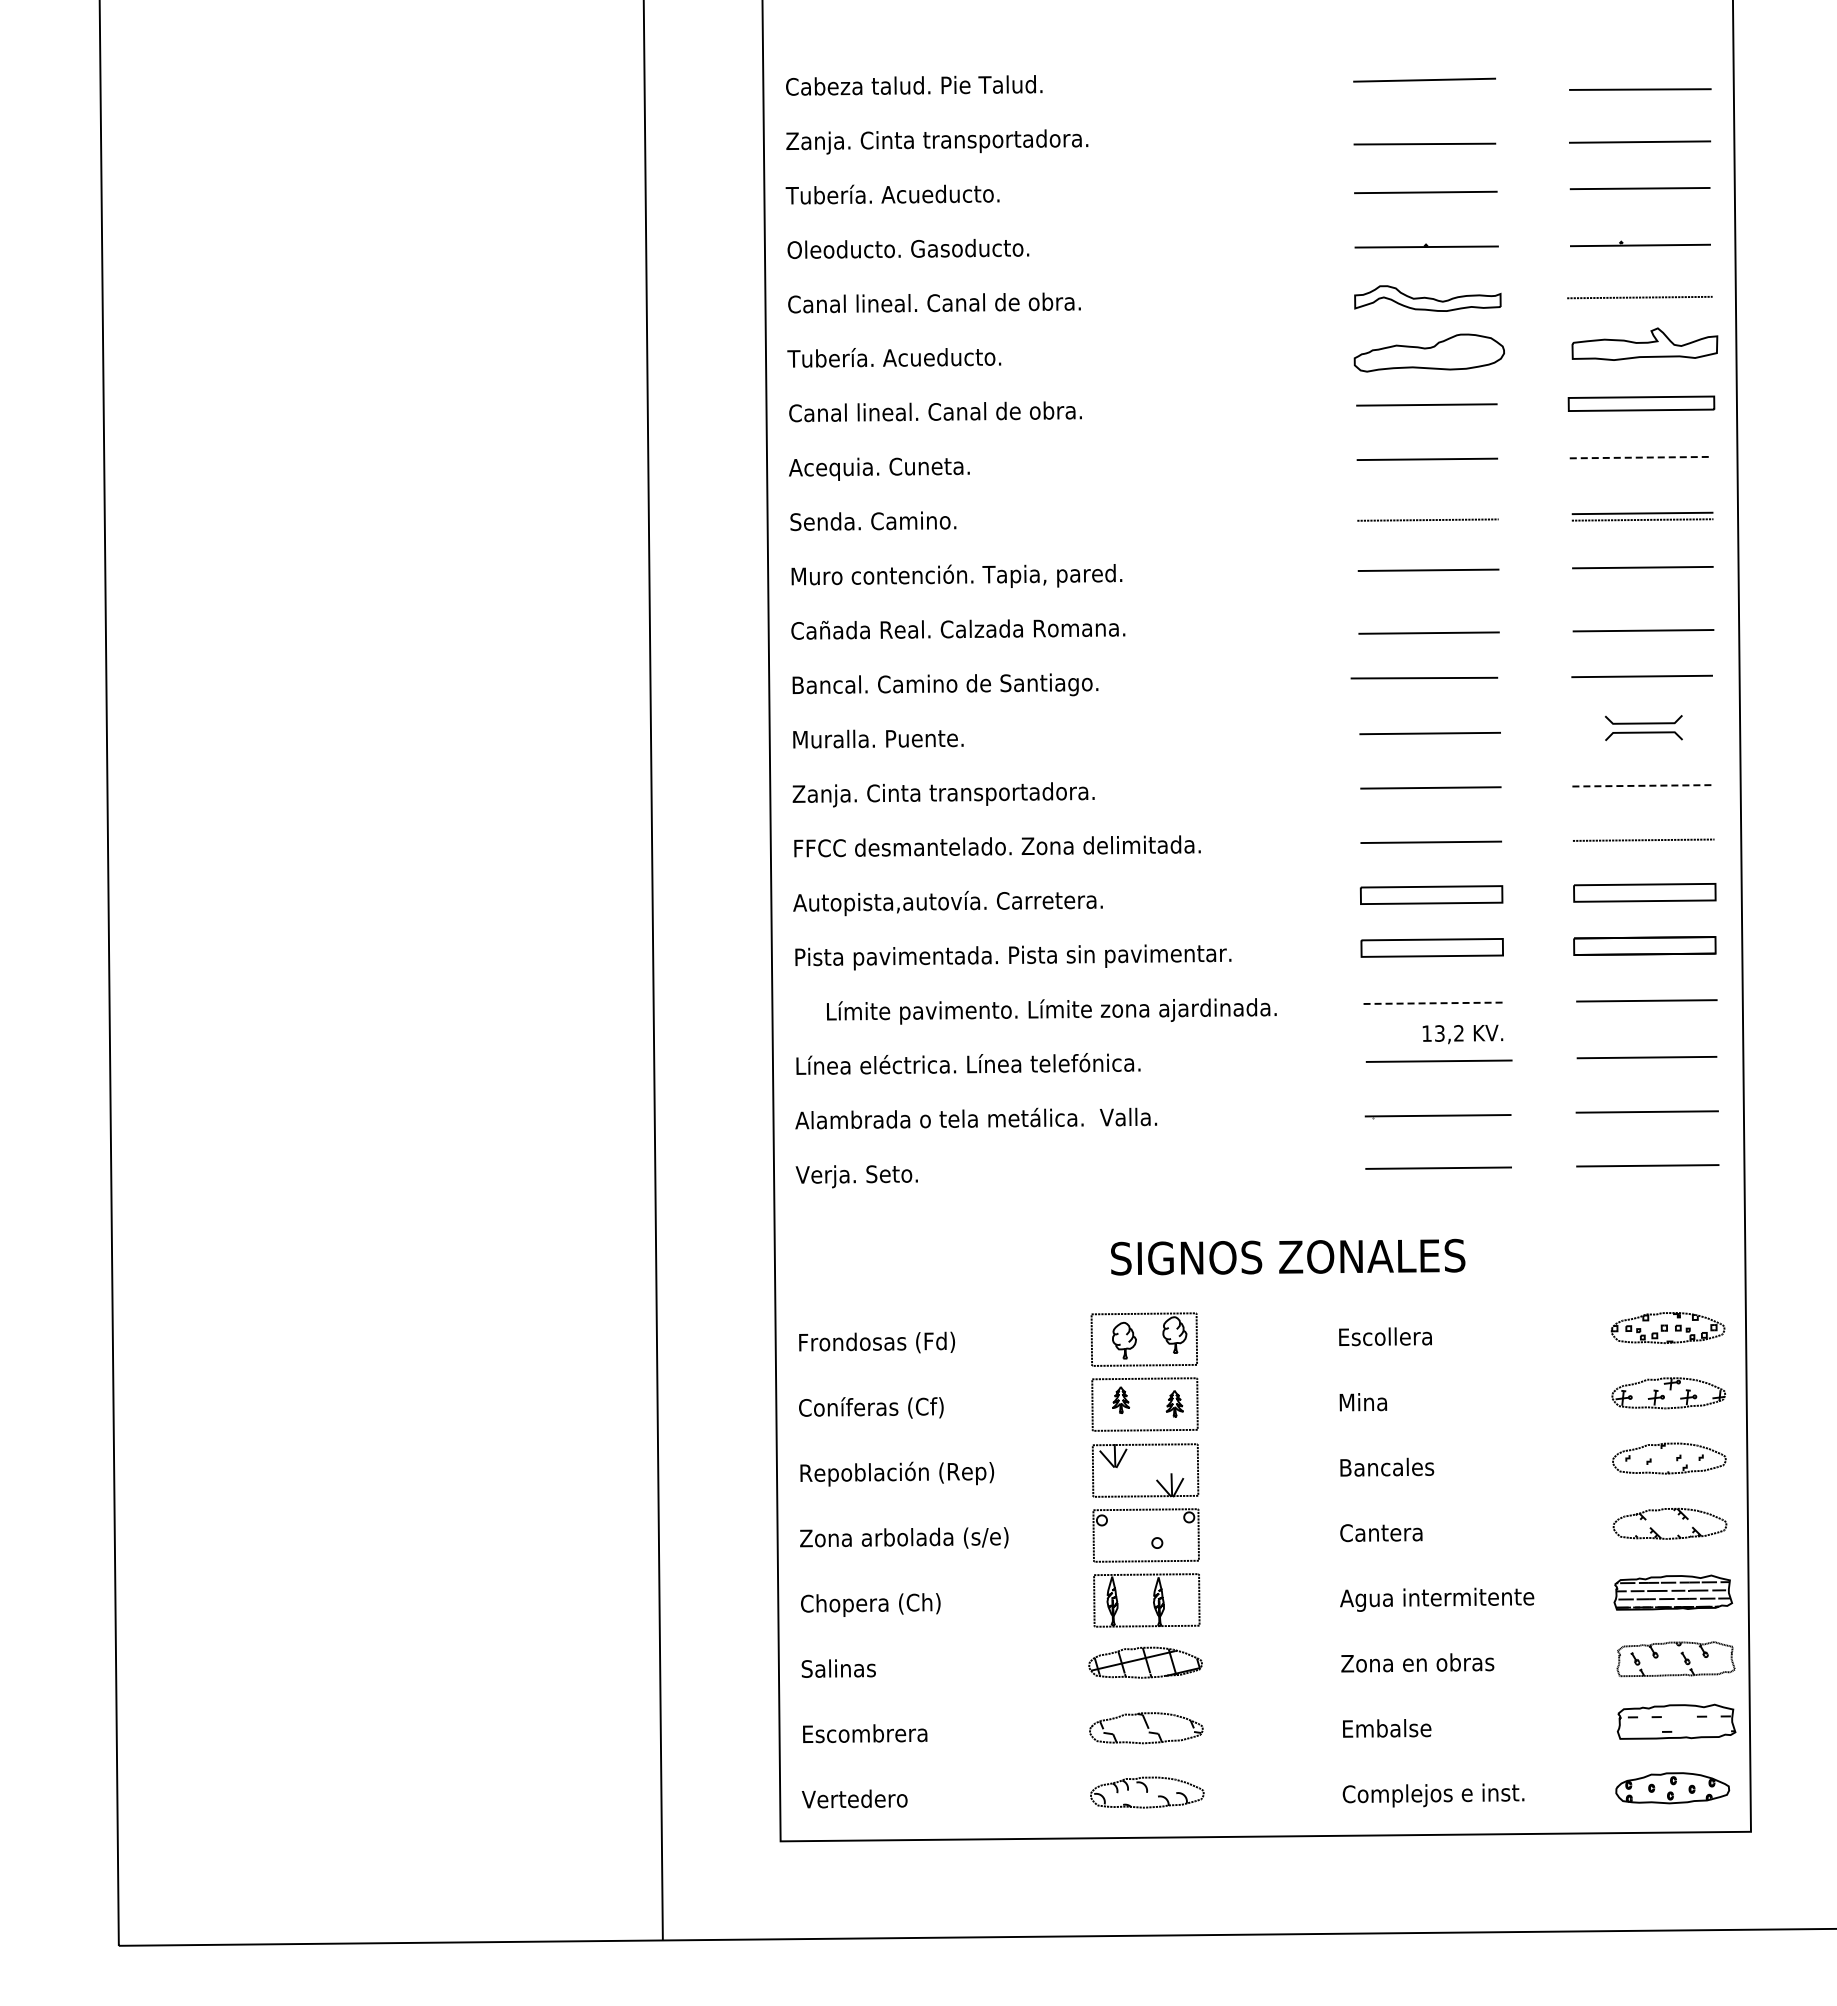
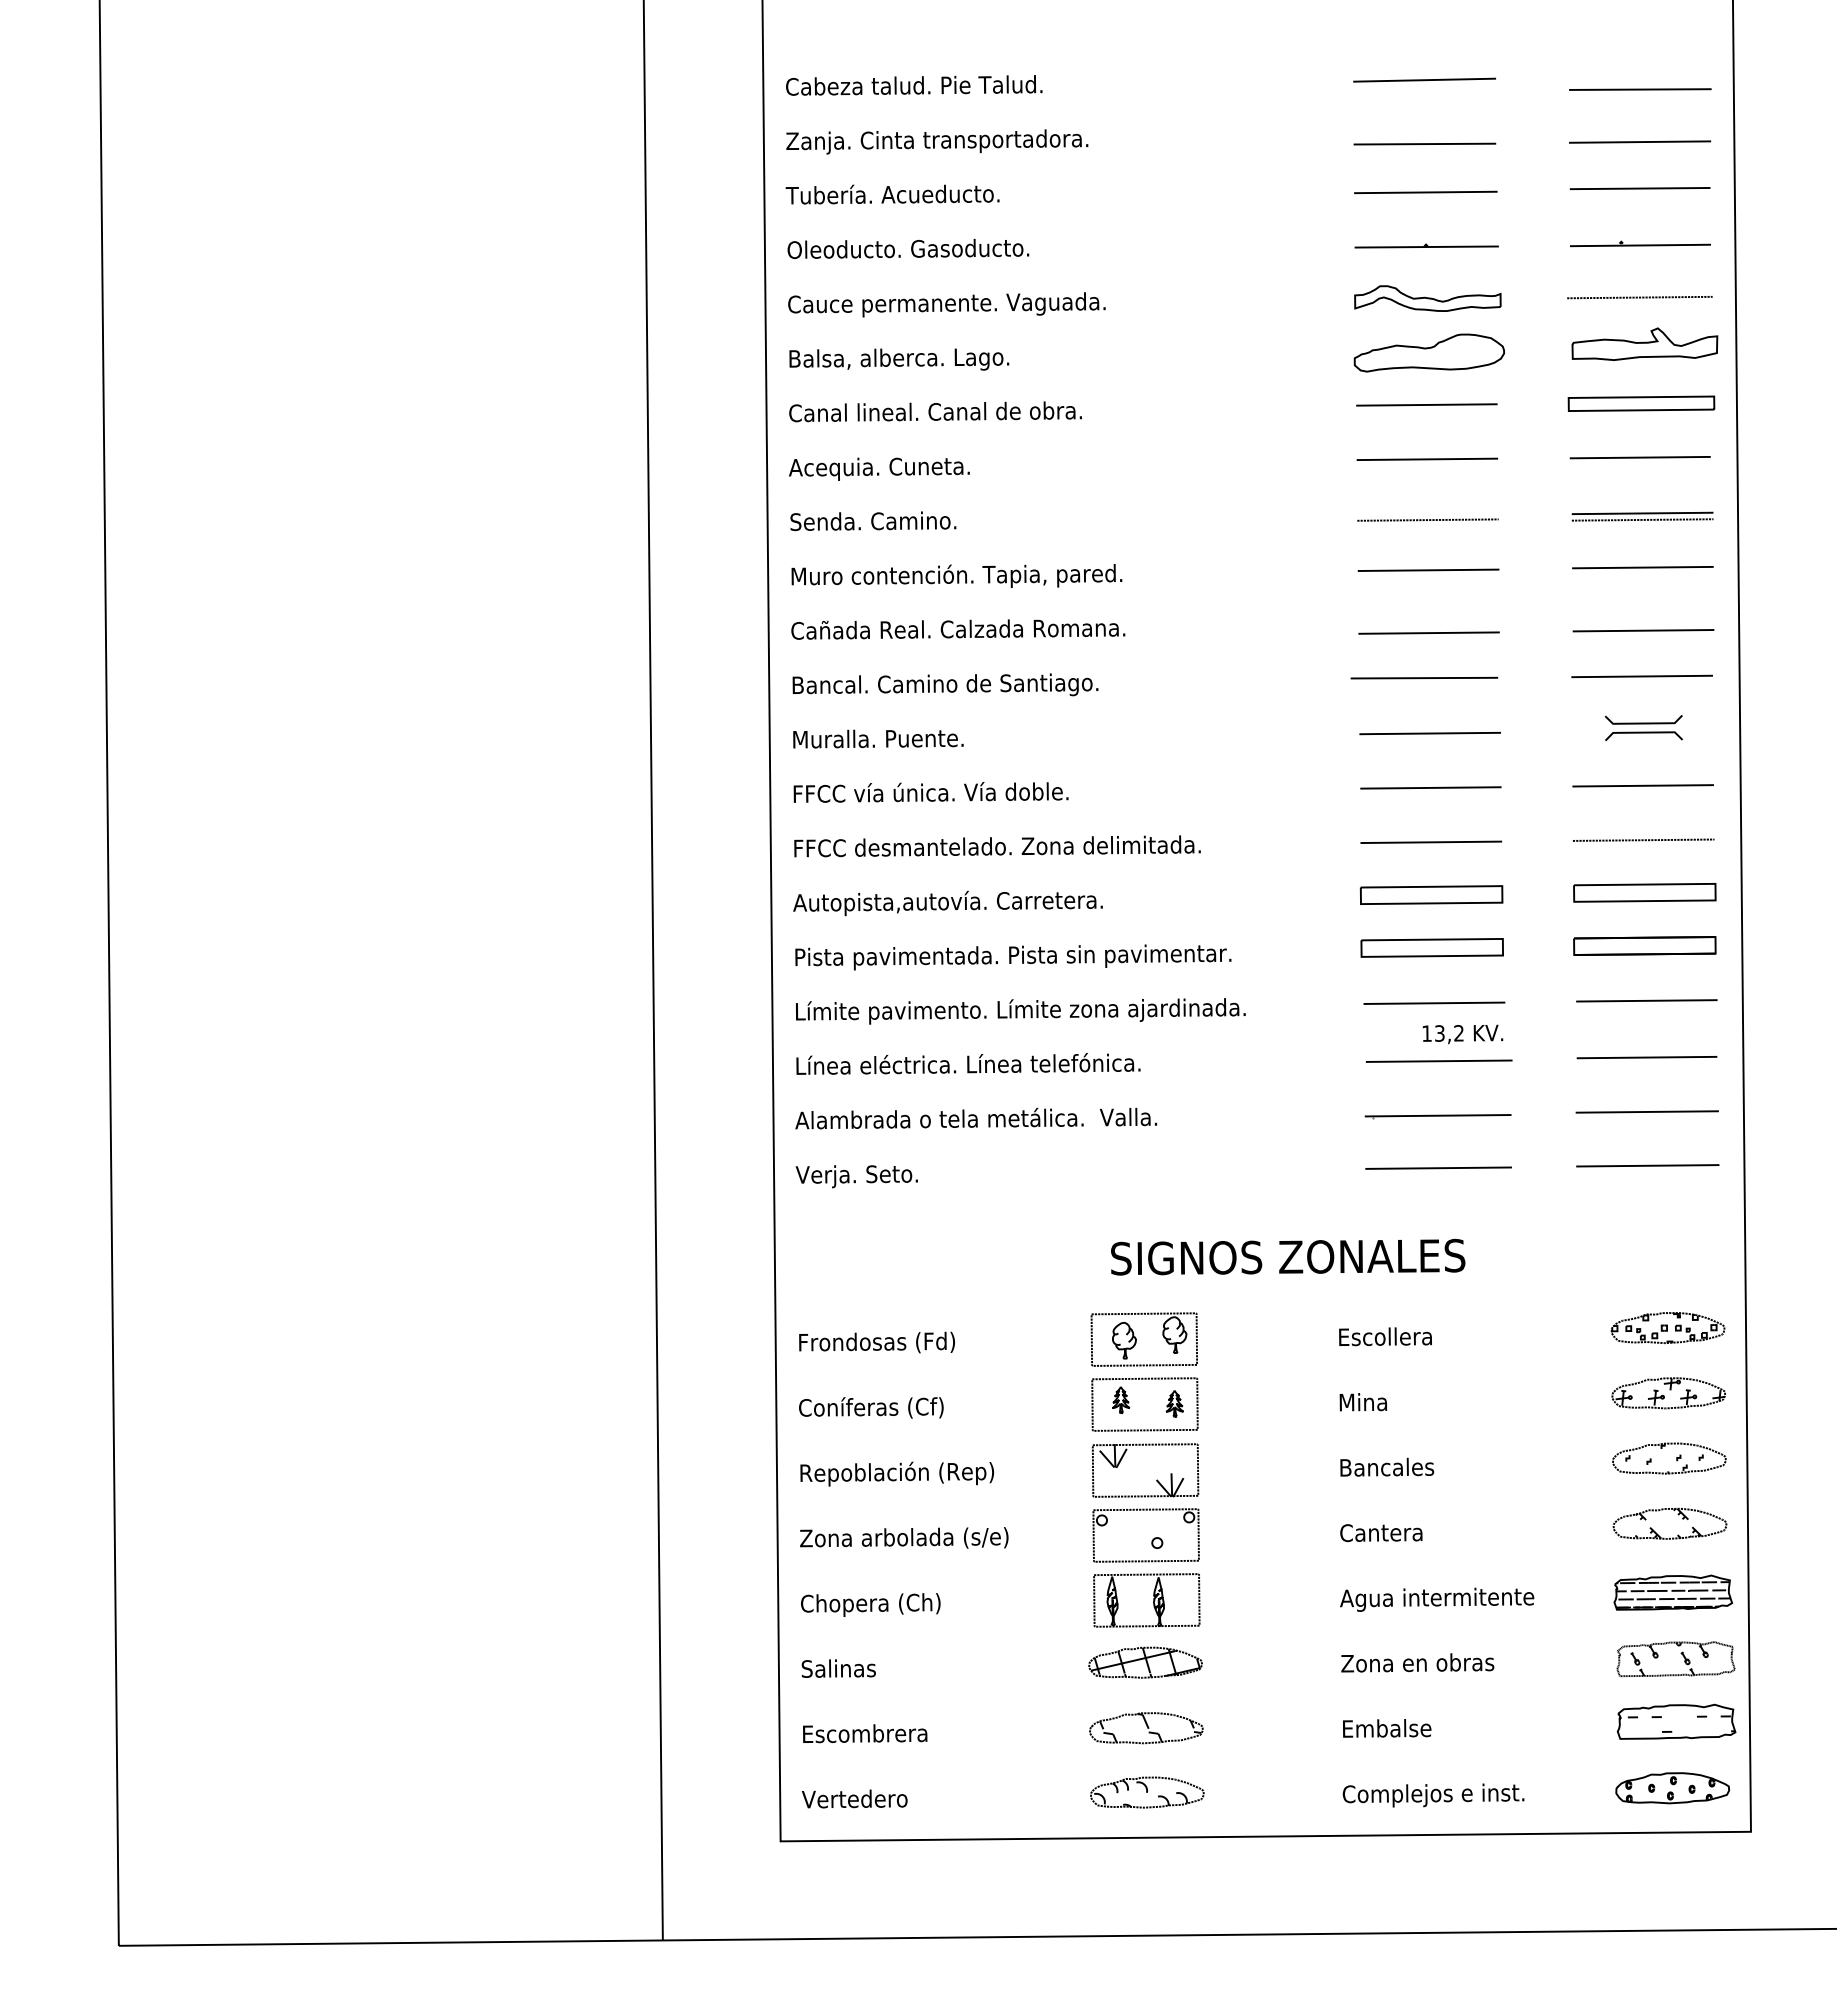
text at (960, 304): Canal lineal. Canal de obra. -> Cauce permanente. Vaguada.
text at (898, 359): Tubería. Acueducto. -> Balsa, alberca. Lago.
line at (1640, 457): dashed -> solid
line at (1643, 785): dashed -> solid
text at (943, 794): Zanja. Cinta transportadora. -> FFCC vía única. Vía doble.
line at (1434, 1003): dashed -> solid
text at (1051, 1011) position: (1051, 1011) -> (1020, 1011)
